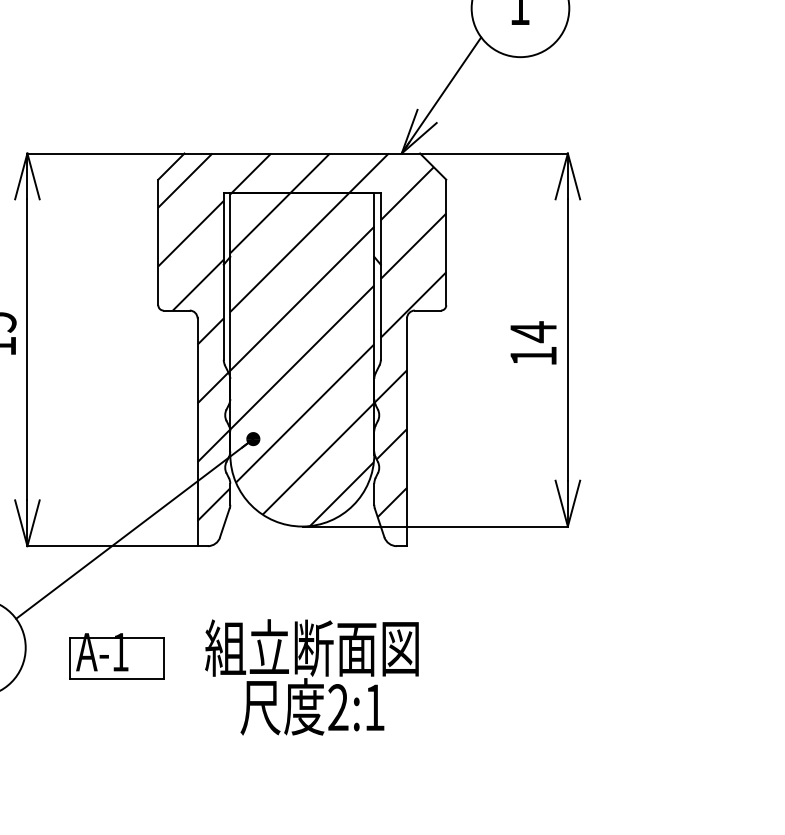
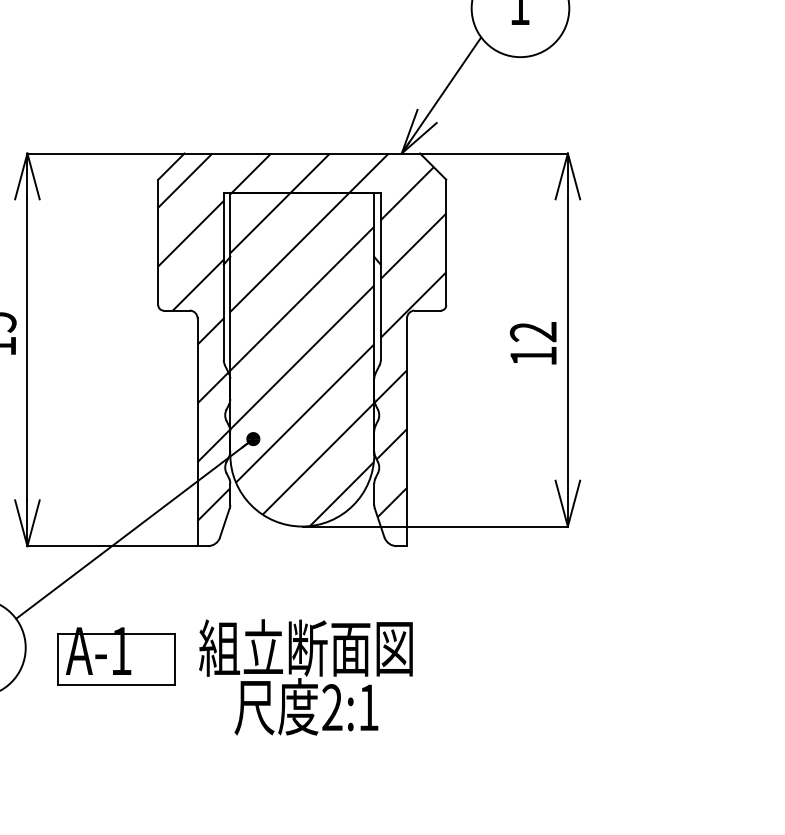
text at (532, 332): 14 -> 12
part at (116, 656) size: 96x47 px -> 119x59 px
text at (311, 677) position: (311, 677) -> (305, 677)
